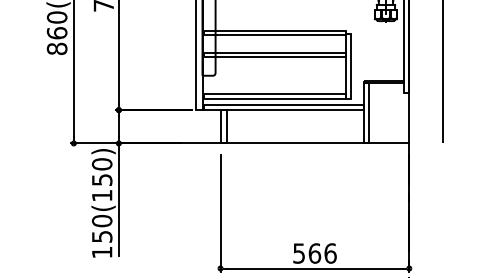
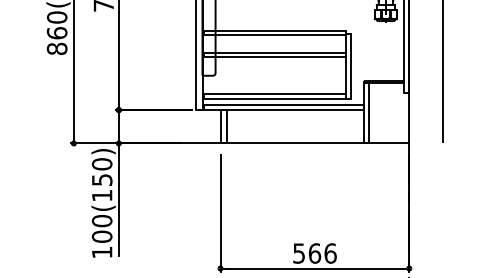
text at (101, 236): 150(150) -> 100(150)
